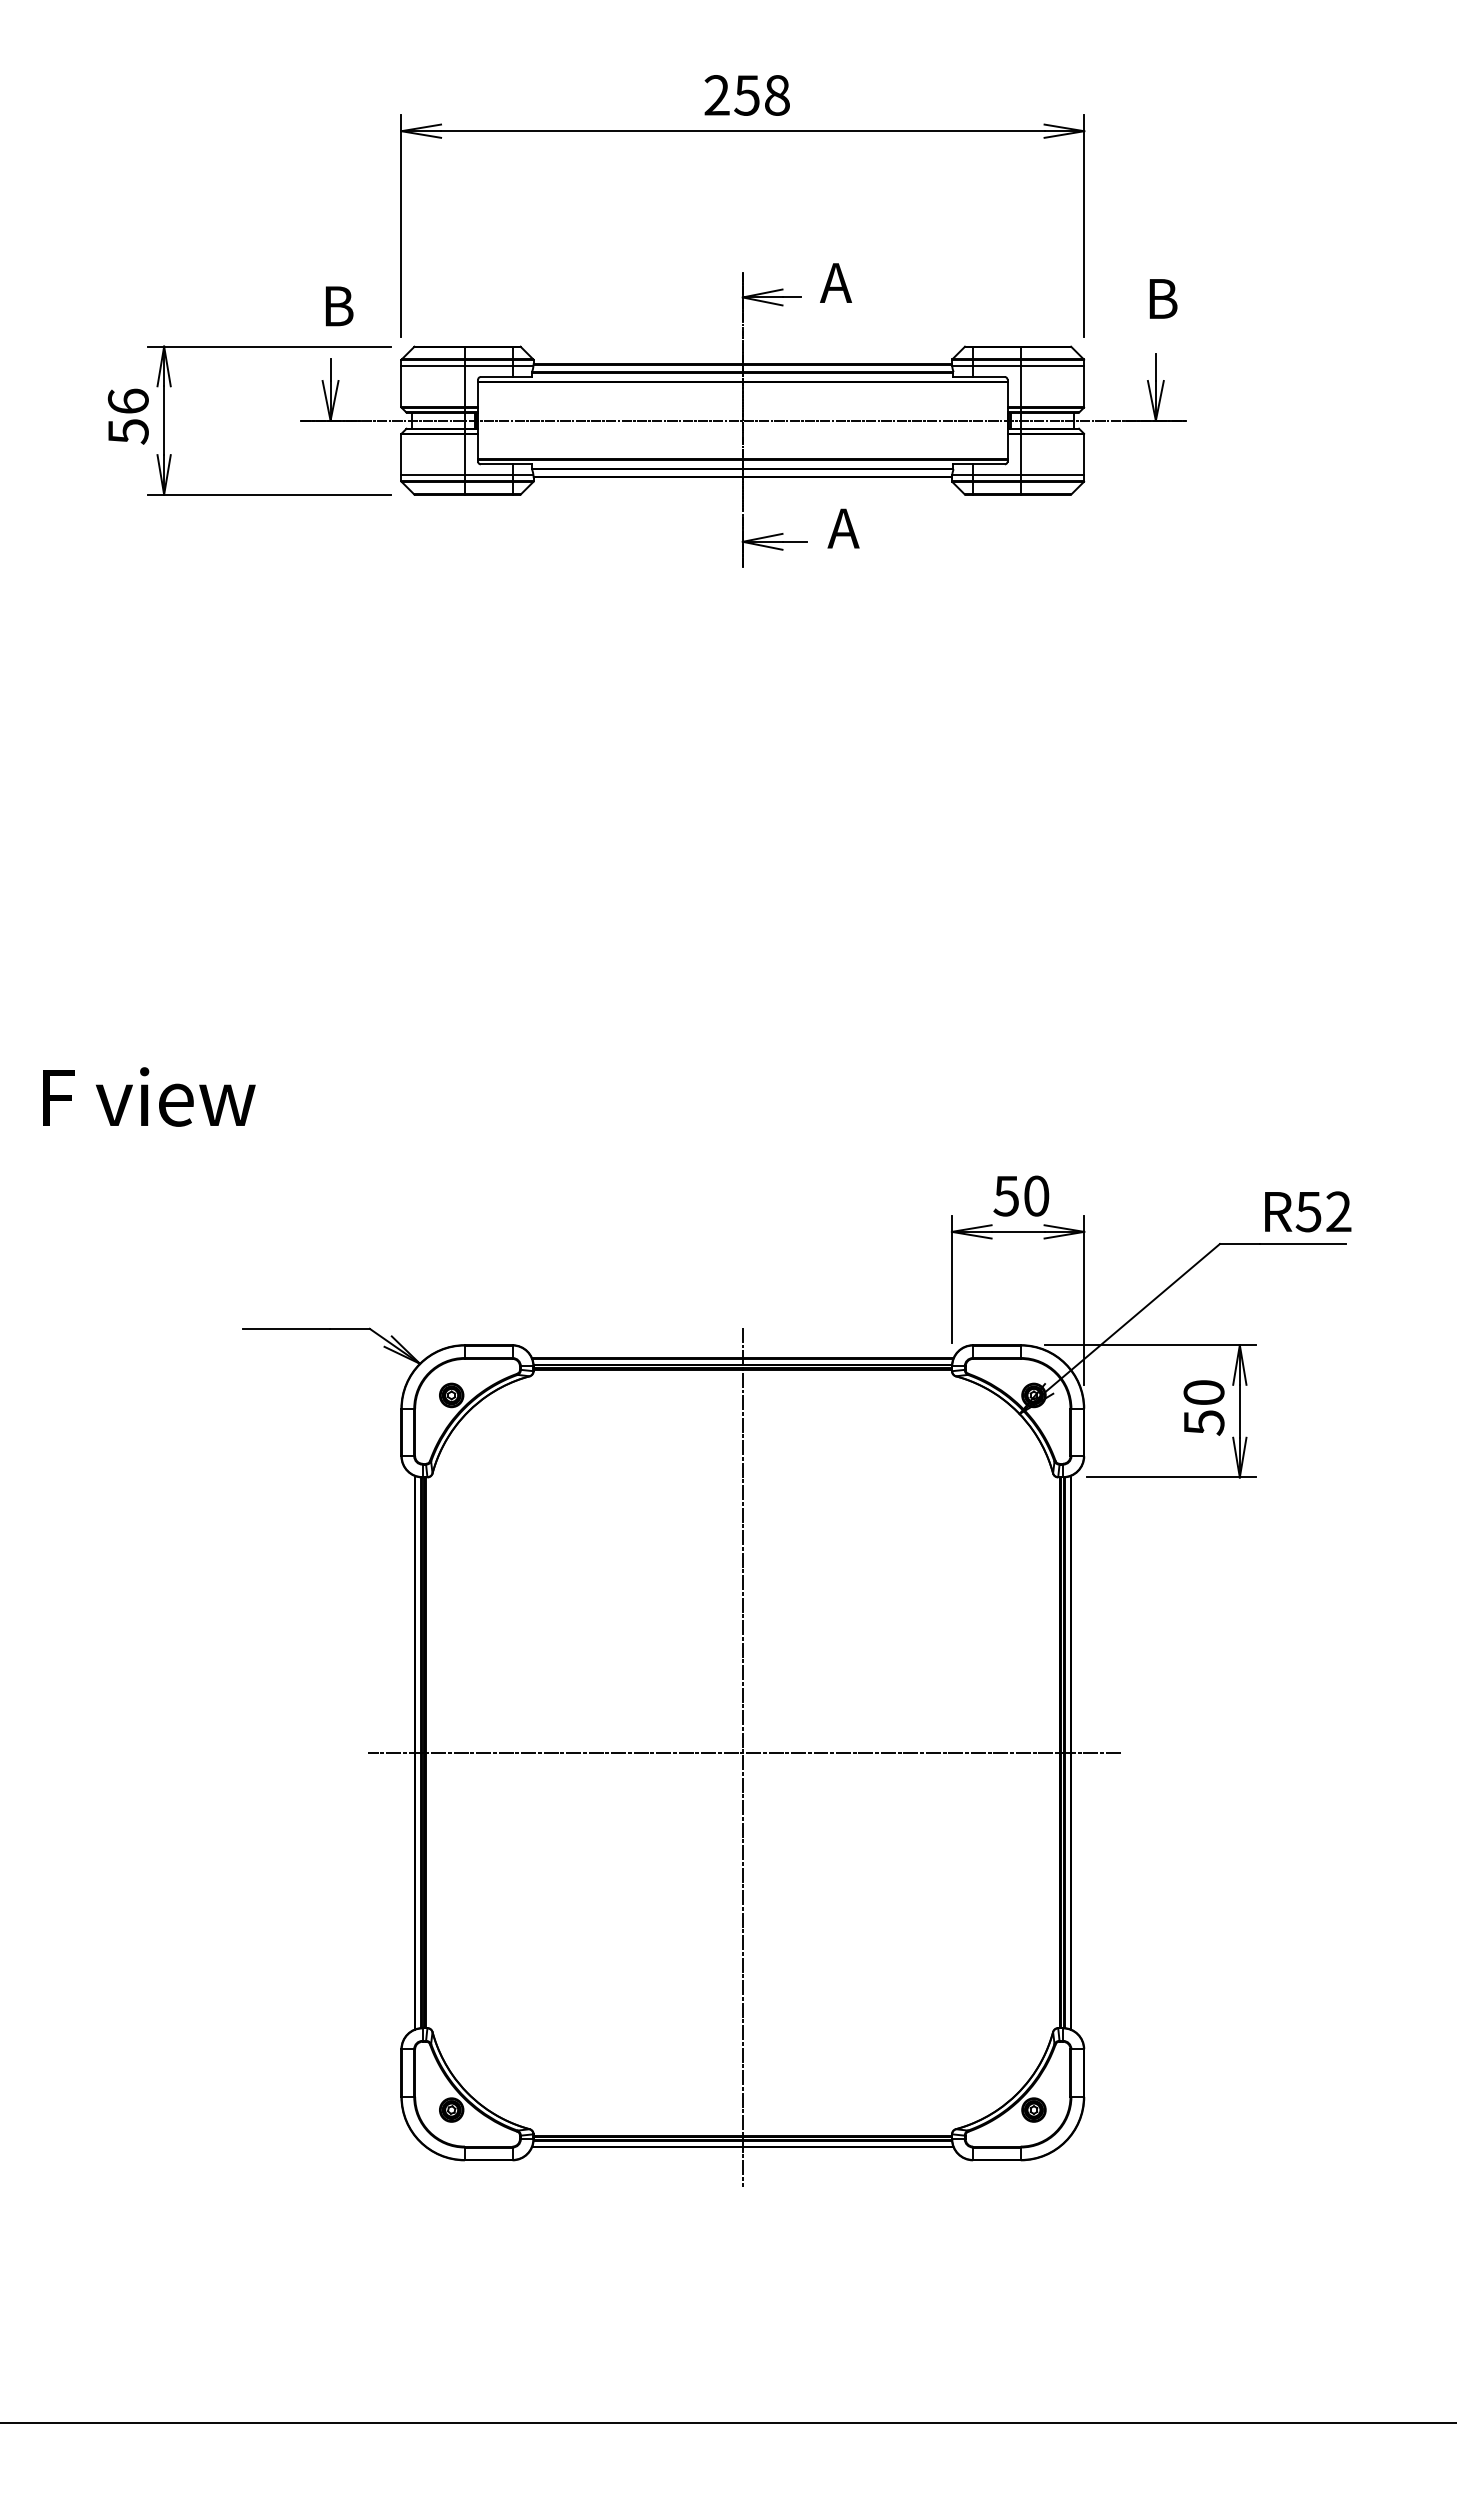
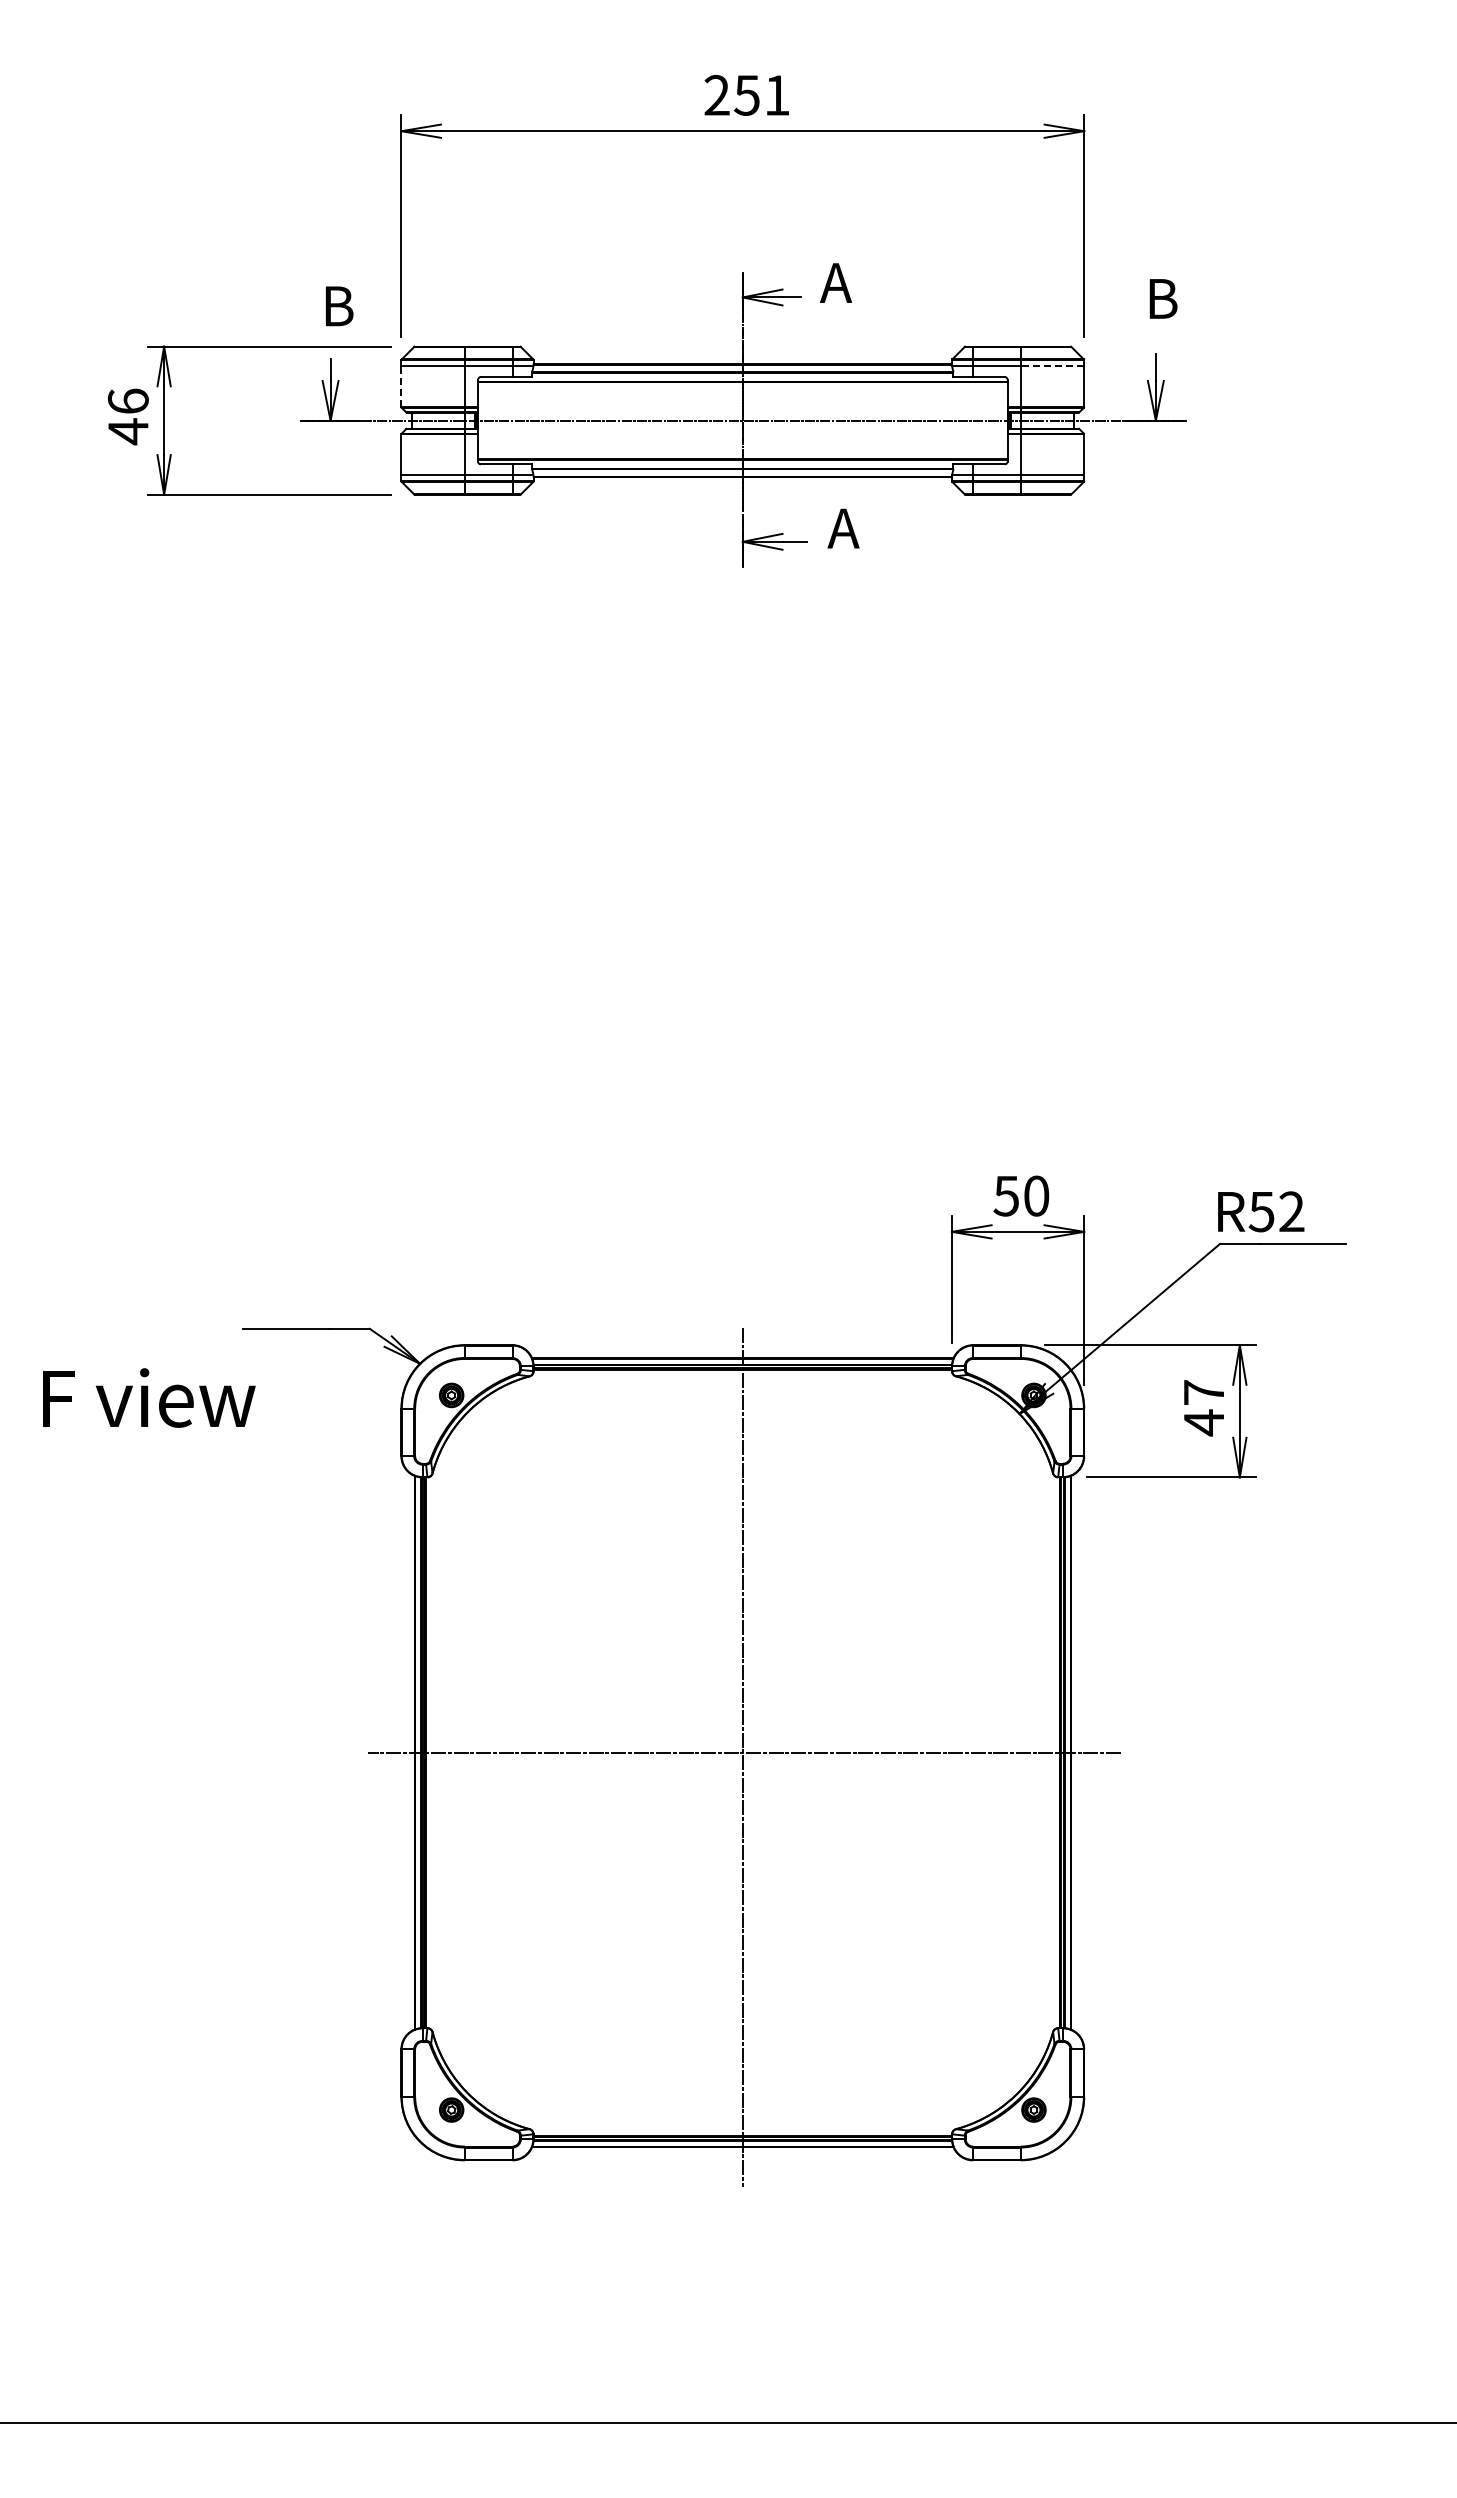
text at (777, 95): 258 -> 251
line at (1052, 366): solid -> dashed
line at (401, 386): solid -> dashed
text at (128, 431): 56 -> 46
text at (149, 1096) position: (149, 1096) -> (149, 1397)
text at (1308, 1211) position: (1308, 1211) -> (1261, 1211)
text at (1203, 1408): 50 -> 47
